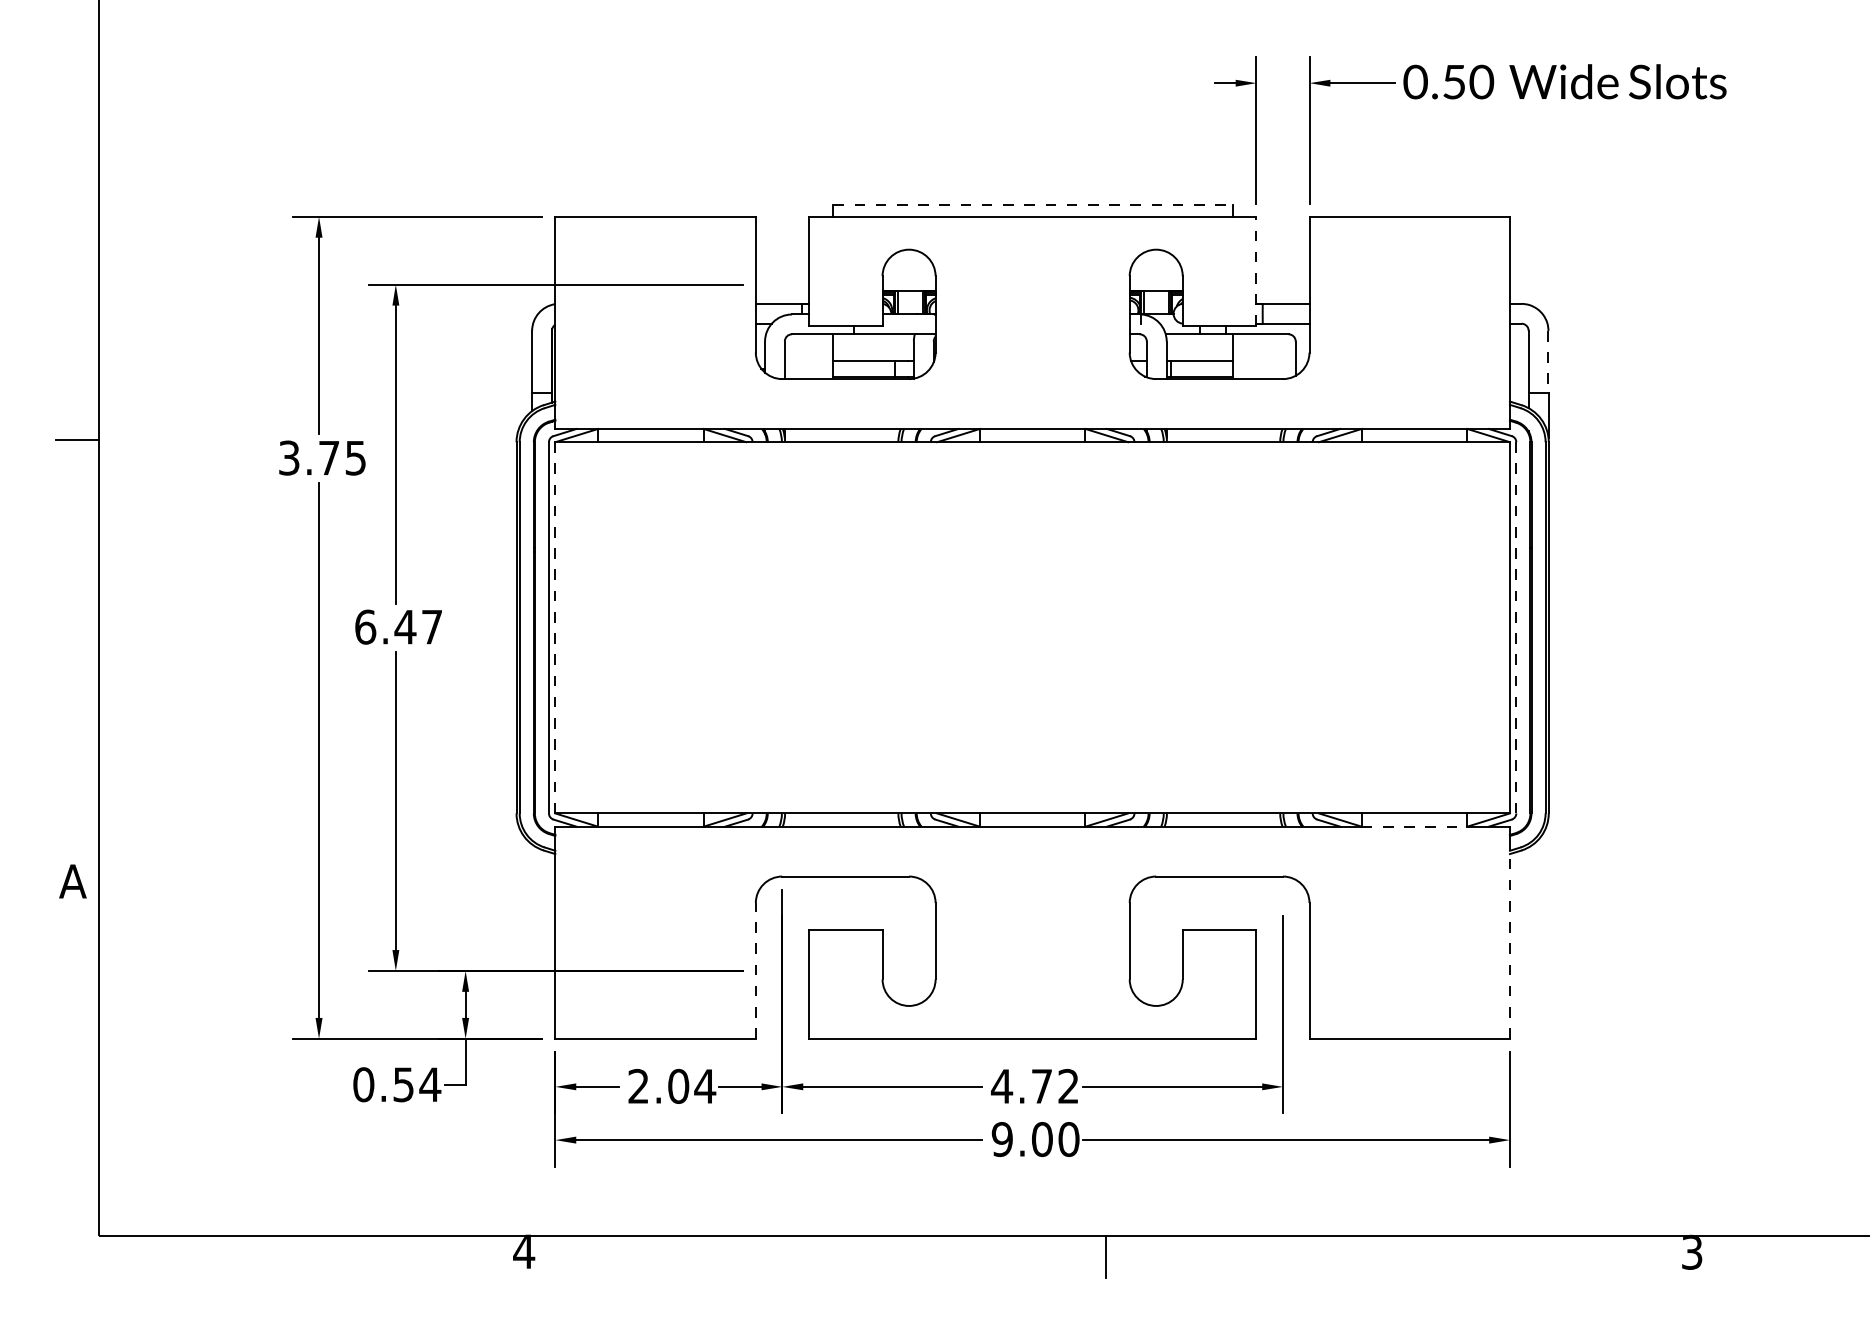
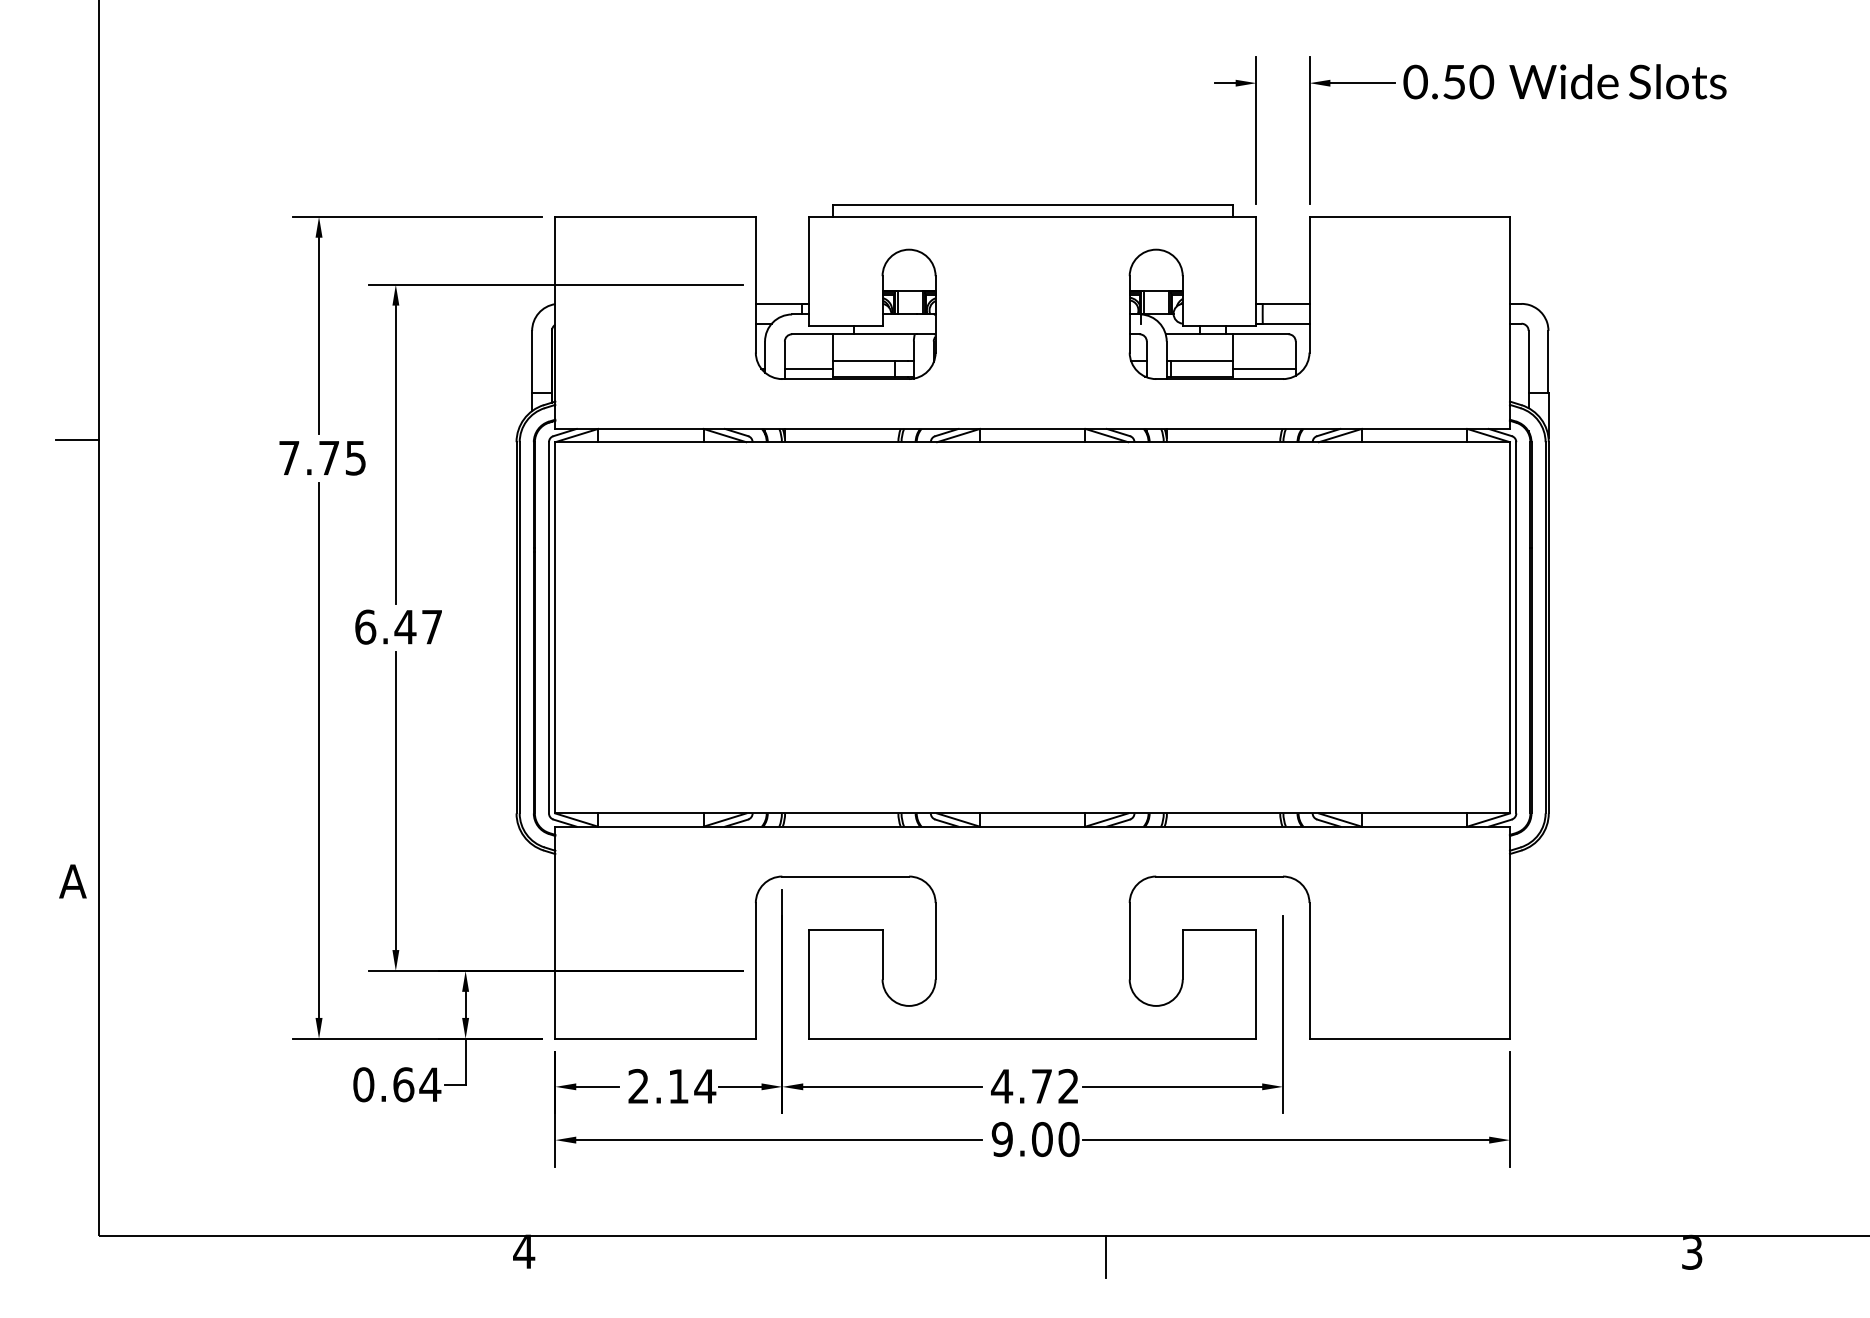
line at (1033, 205): dashed -> solid
line at (1256, 271): dashed -> solid
line at (1548, 362): dashed -> solid
line at (808, 368): none -> present
line at (1264, 368): none -> present
text at (289, 457): 3.75 -> 7.75
line at (555, 627): dashed -> solid
line at (1516, 627): dashed -> solid
line at (1414, 826): dashed -> solid
line at (1509, 943): dashed -> solid
line at (755, 970): dashed -> solid
text at (403, 1084): 0.54 -> 0.64
text at (678, 1085): 2.04 -> 2.14
